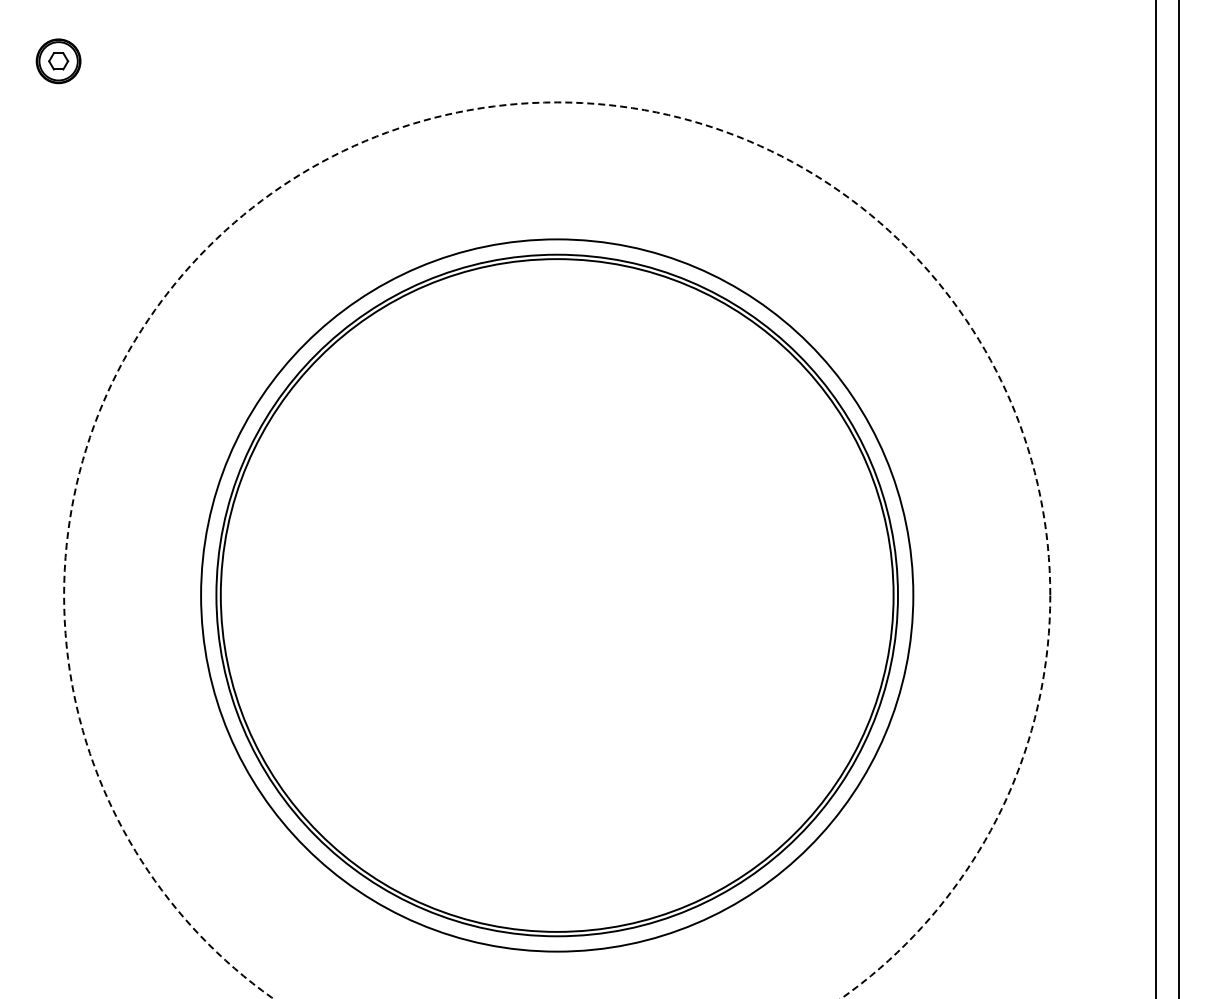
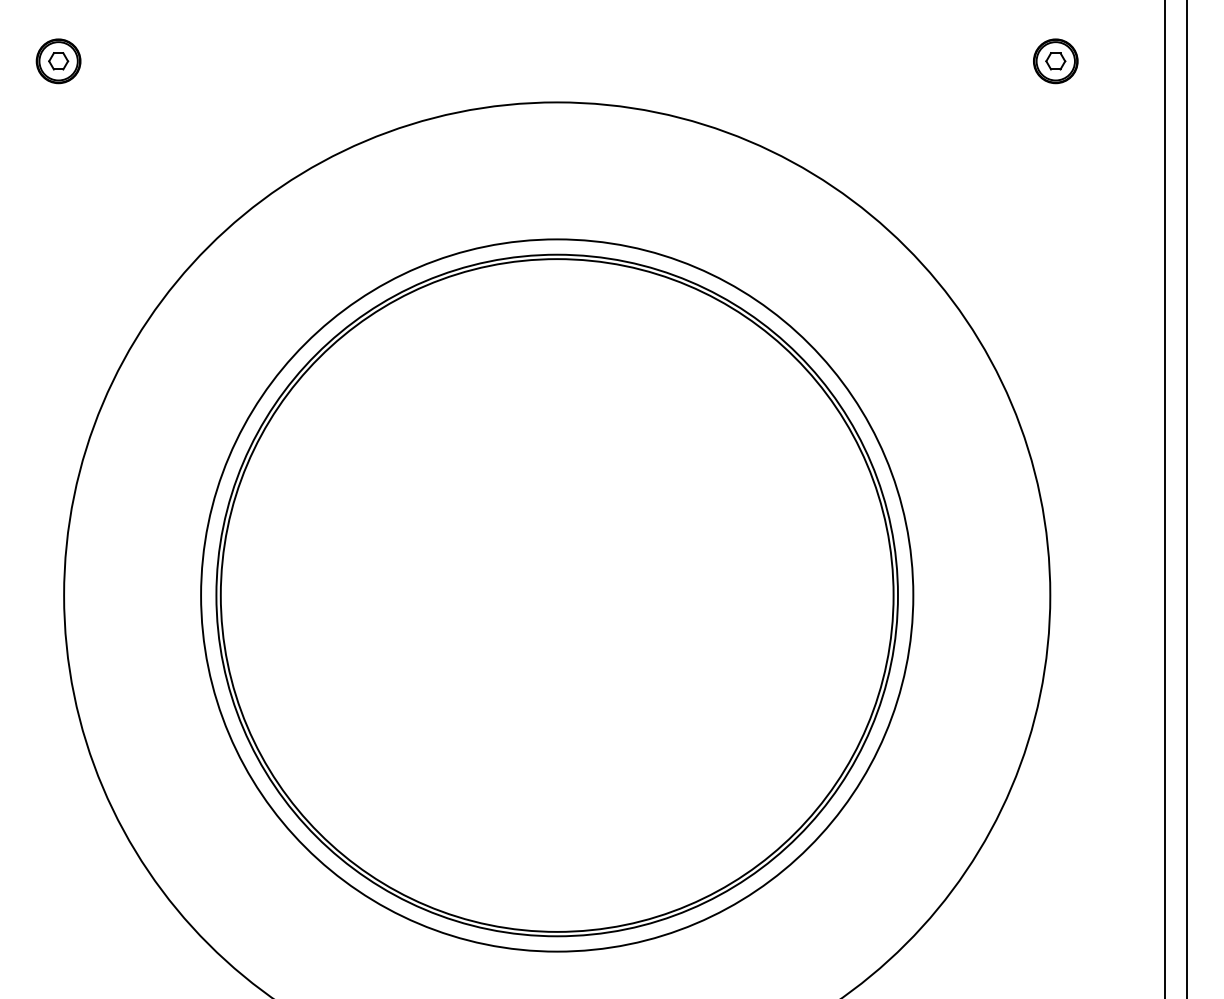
part at (1055, 61): none -> present
line at (1156, 498) position: (1156, 498) -> (1165, 498)
line at (1179, 498) position: (1179, 498) -> (1187, 498)
circle at (557, 550): dashed -> solid
